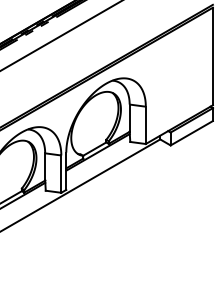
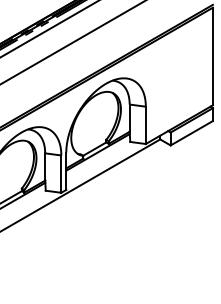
line at (49, 29): none -> present
line at (60, 35) position: (60, 35) -> (72, 42)
